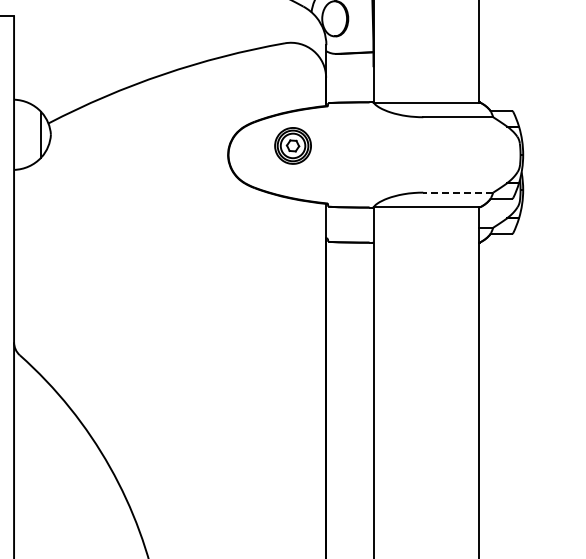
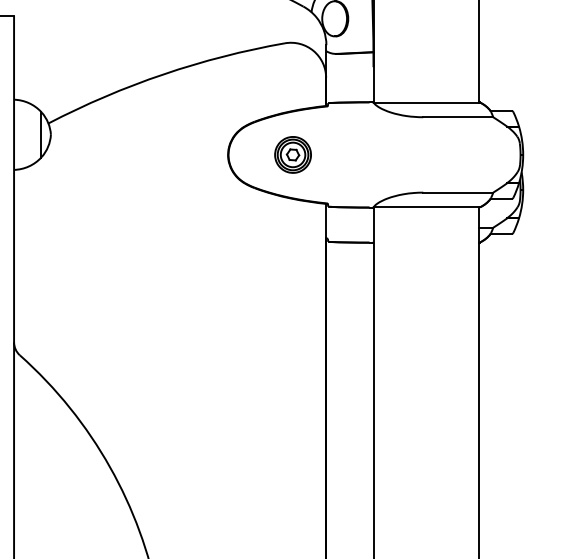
part at (292, 145) position: (292, 145) -> (292, 154)
line at (458, 192): dashed -> solid
